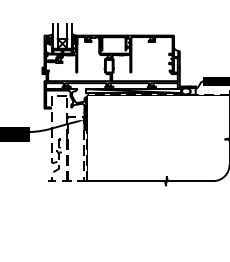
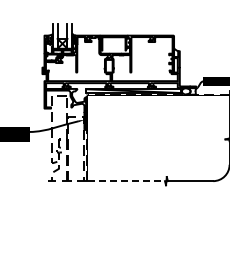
line at (126, 181): solid -> dashed
